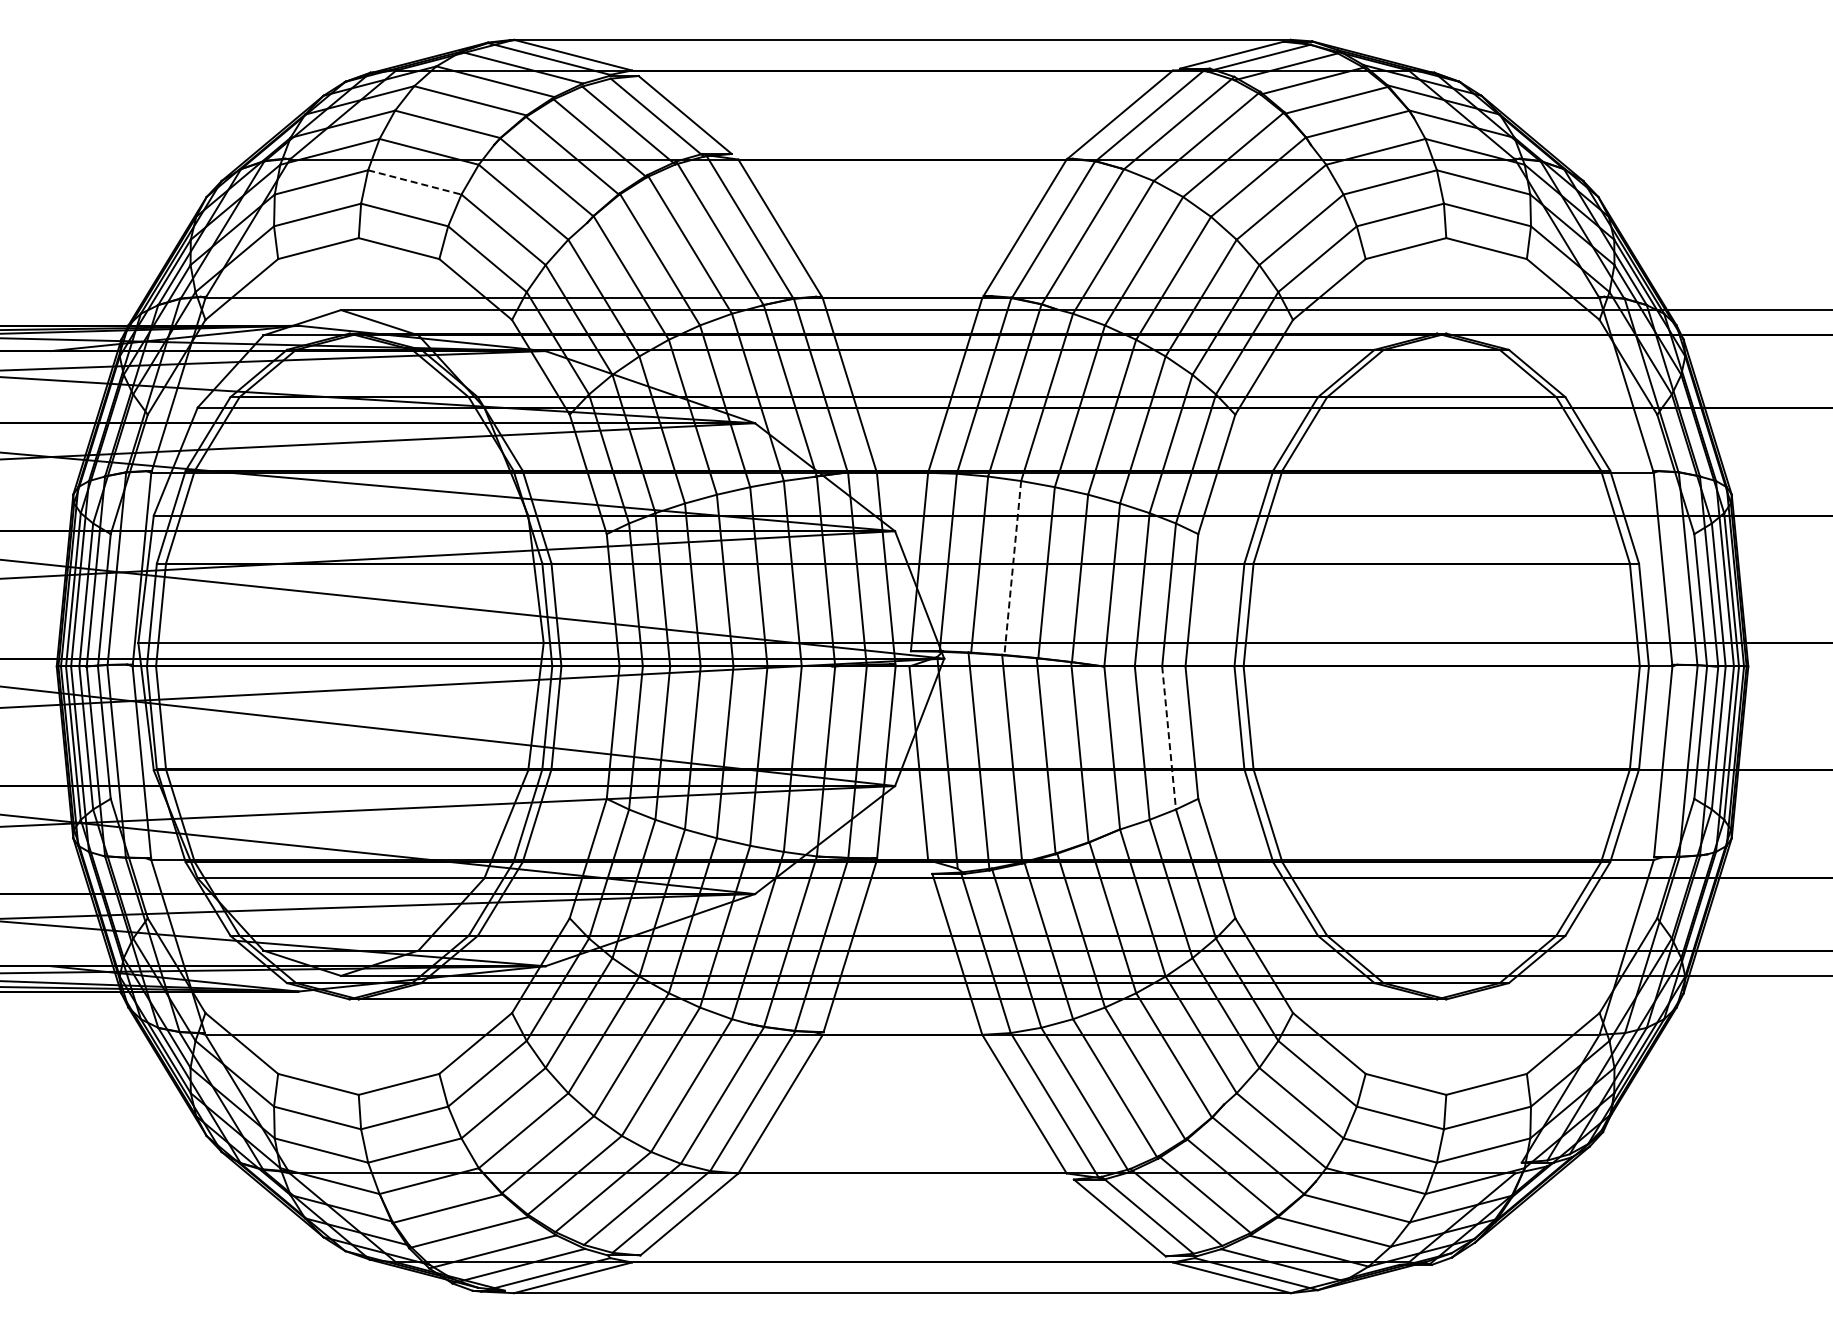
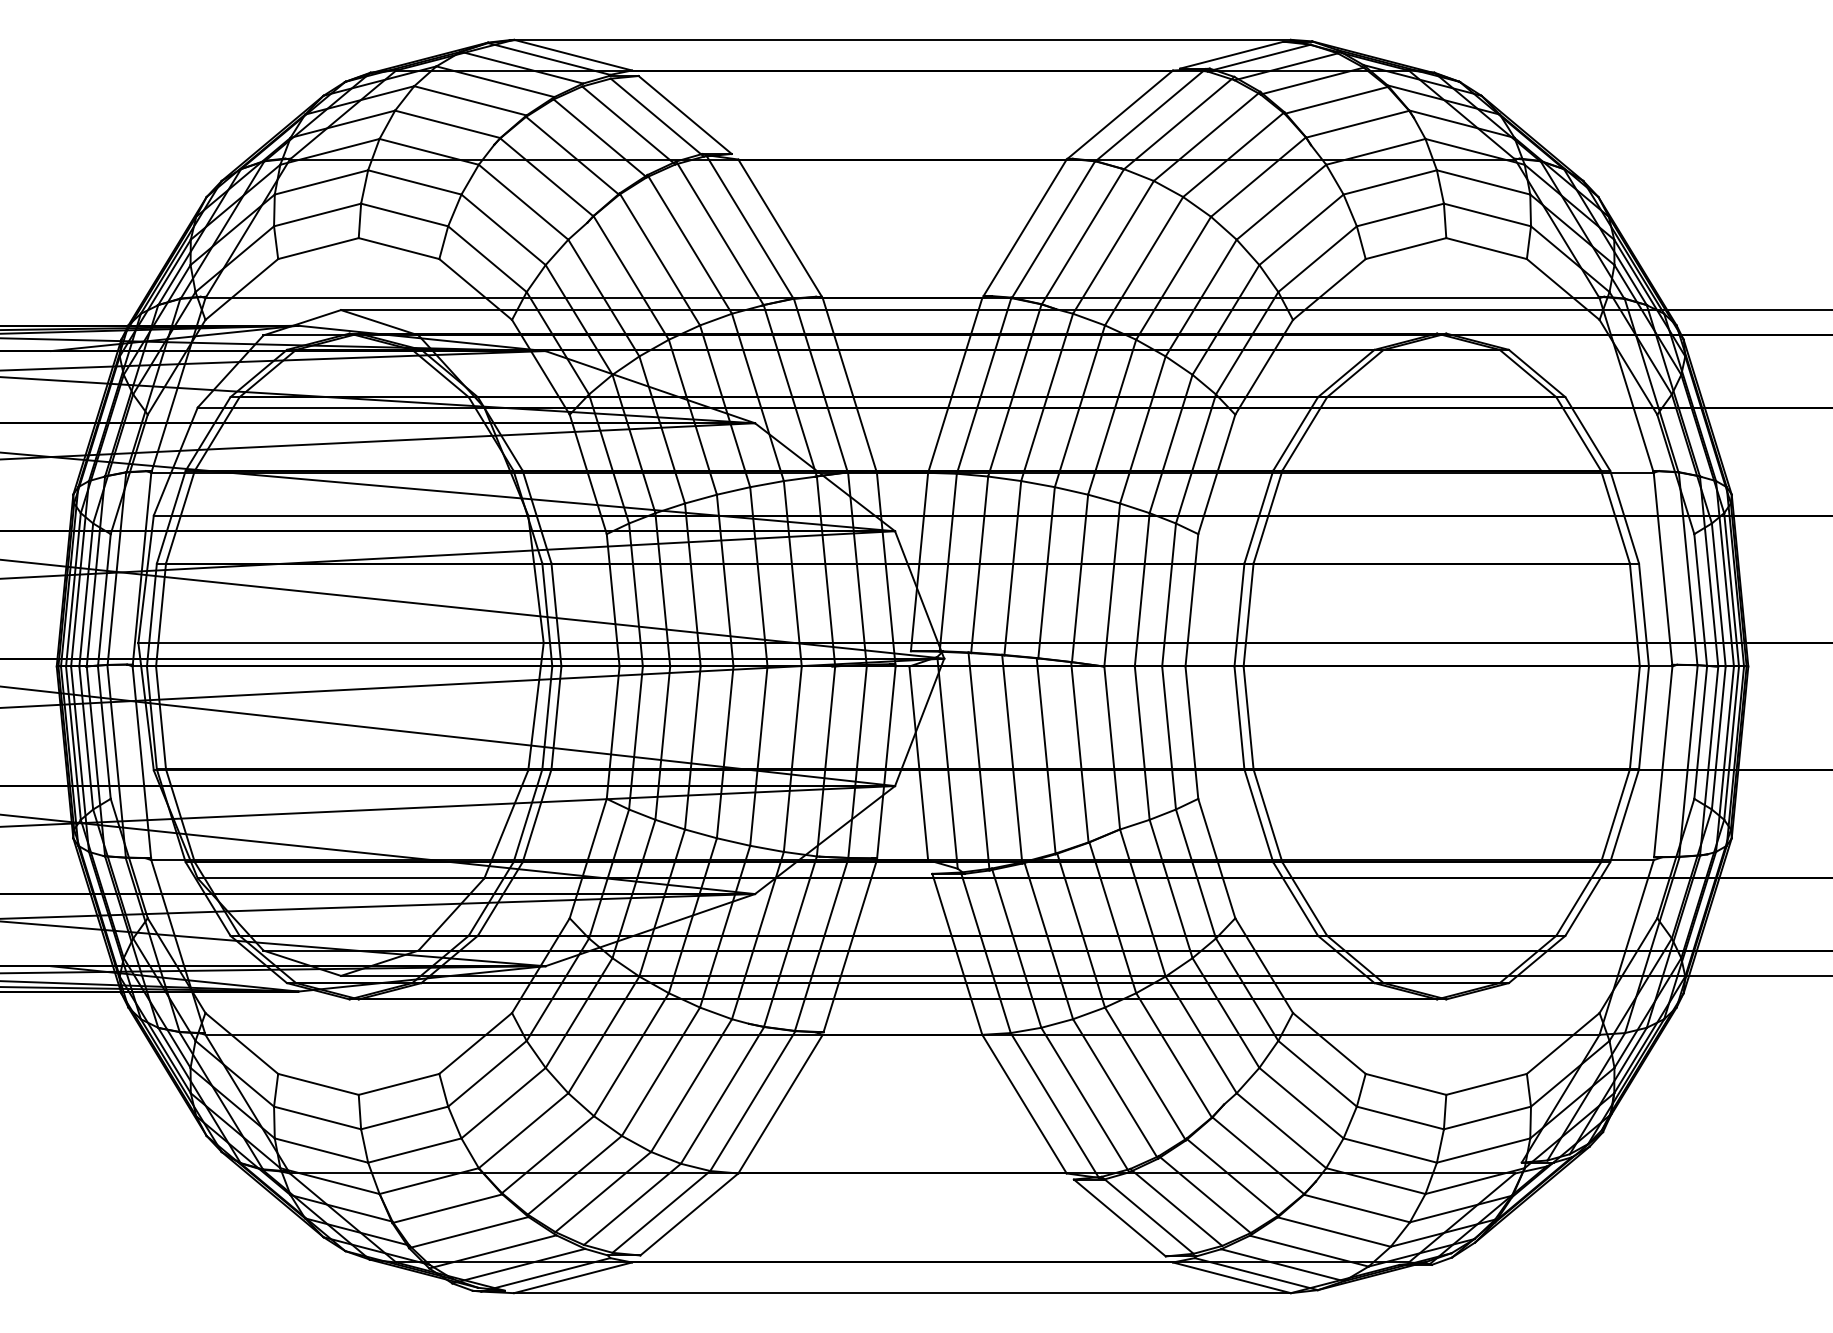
line at (415, 182): dashed -> solid
line at (1012, 568): dashed -> solid
line at (1169, 738): dashed -> solid
